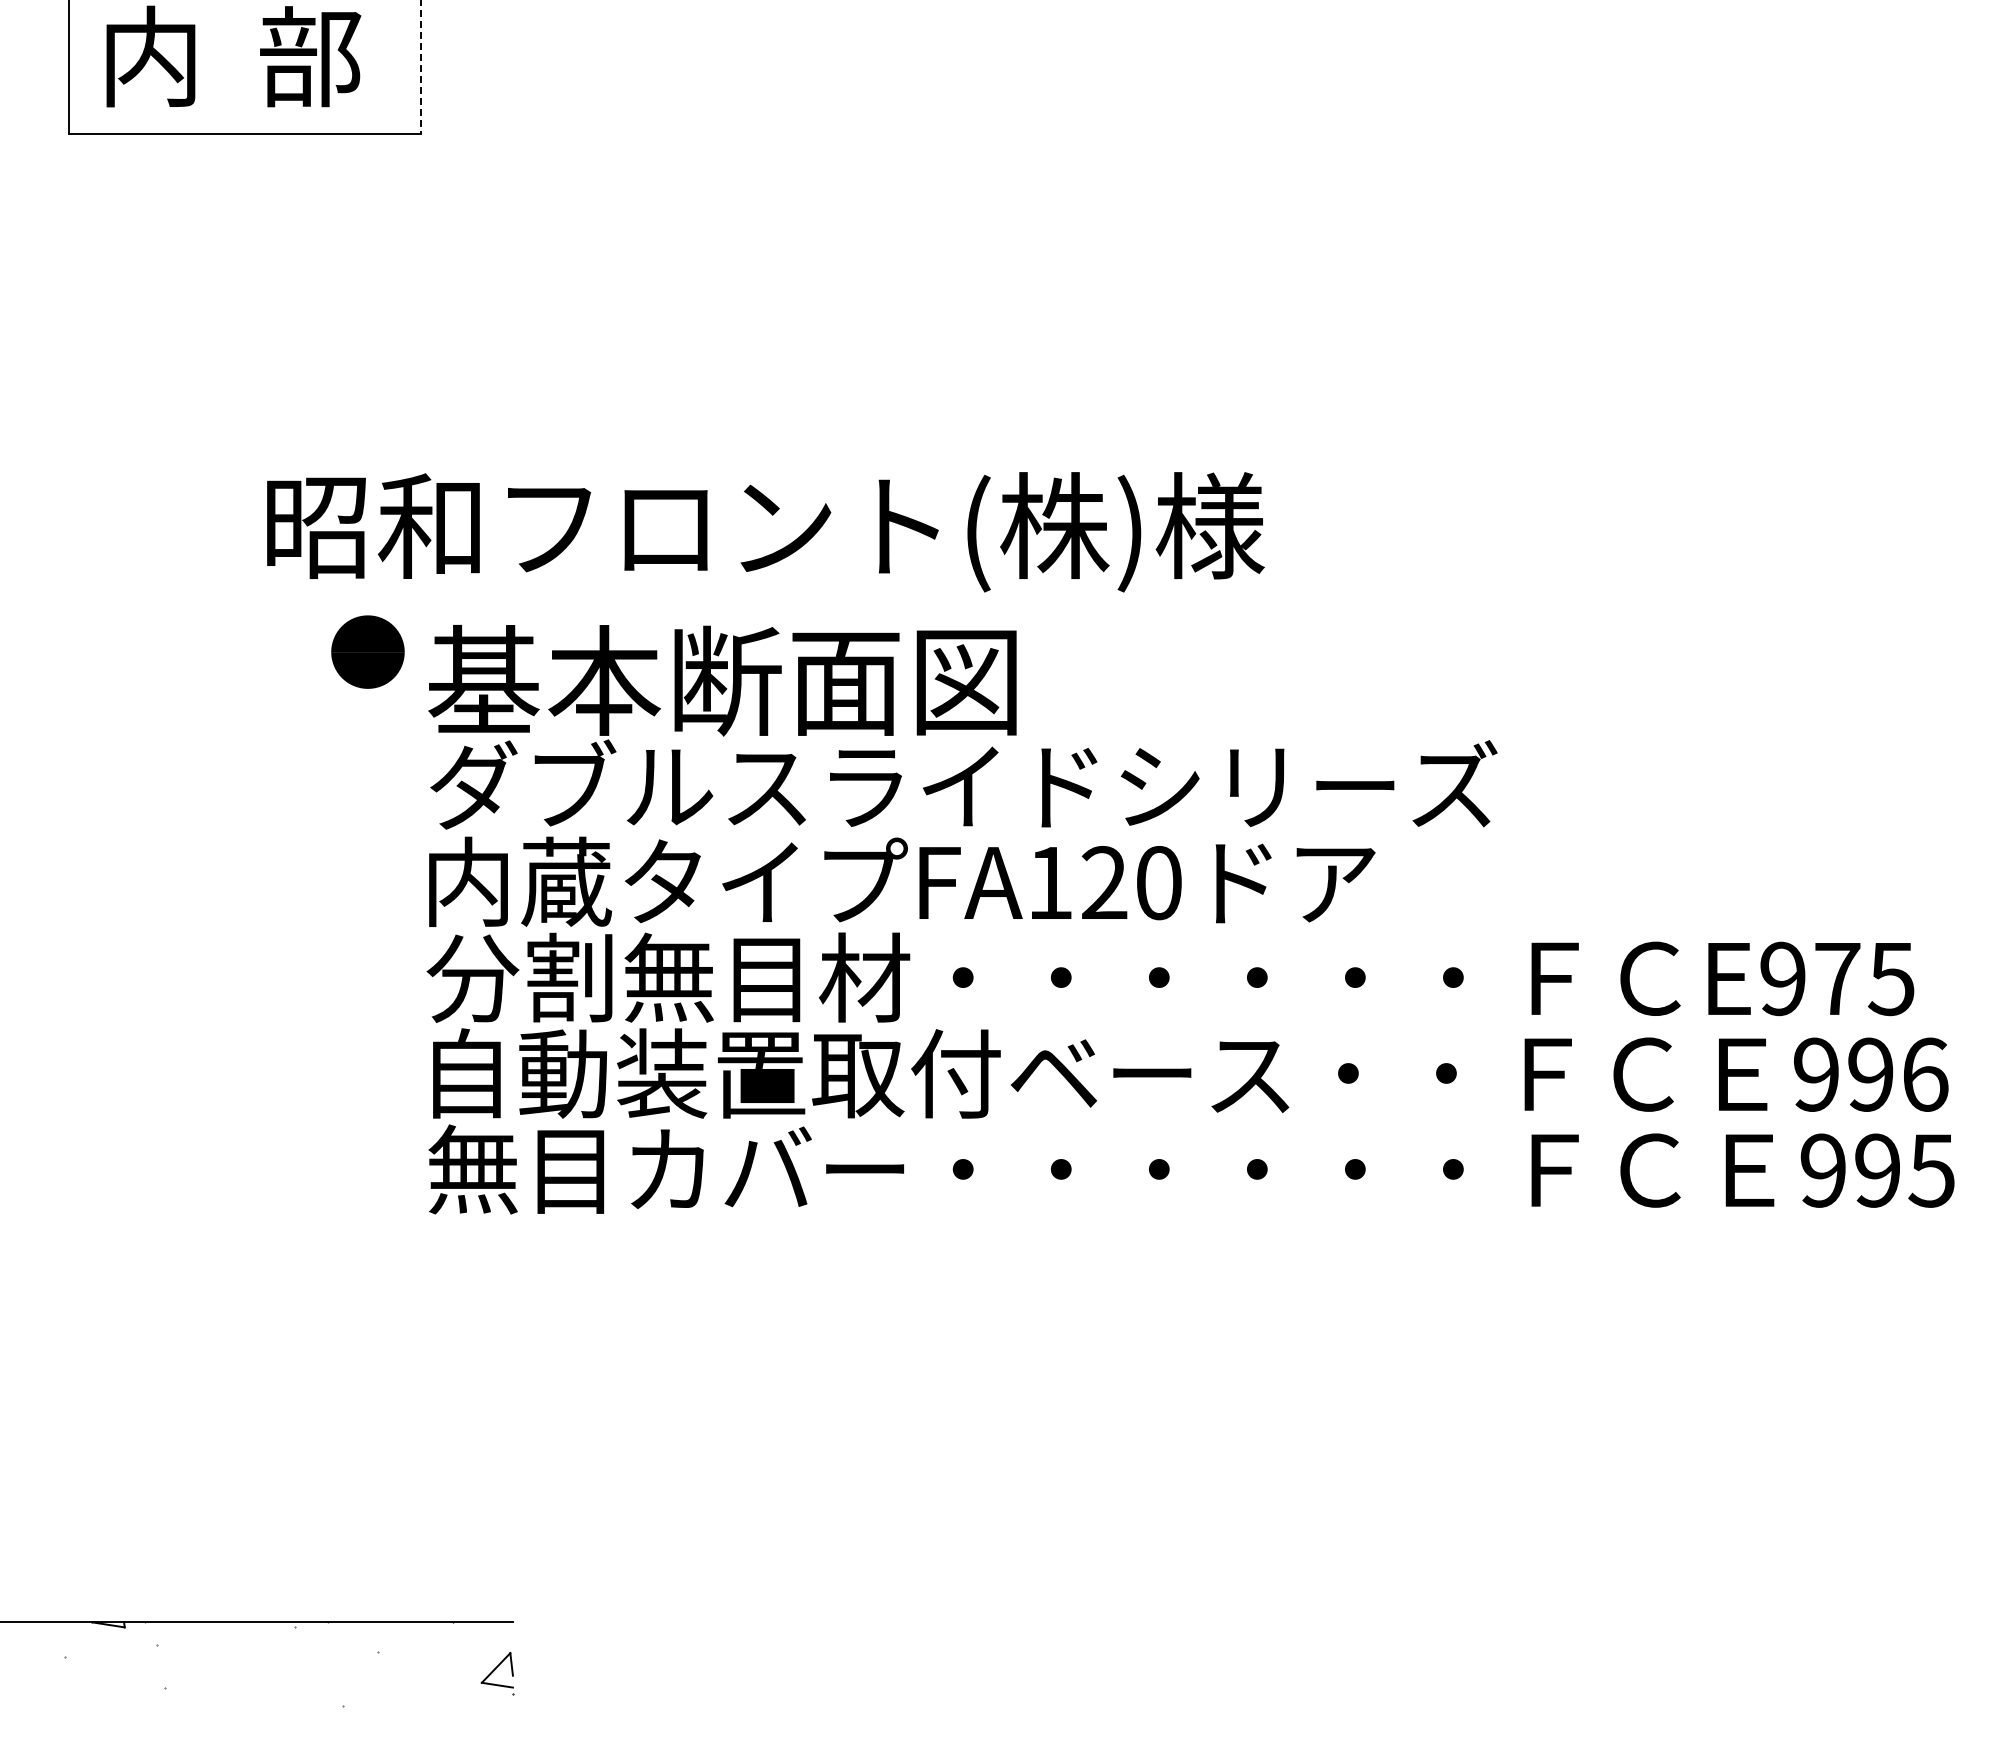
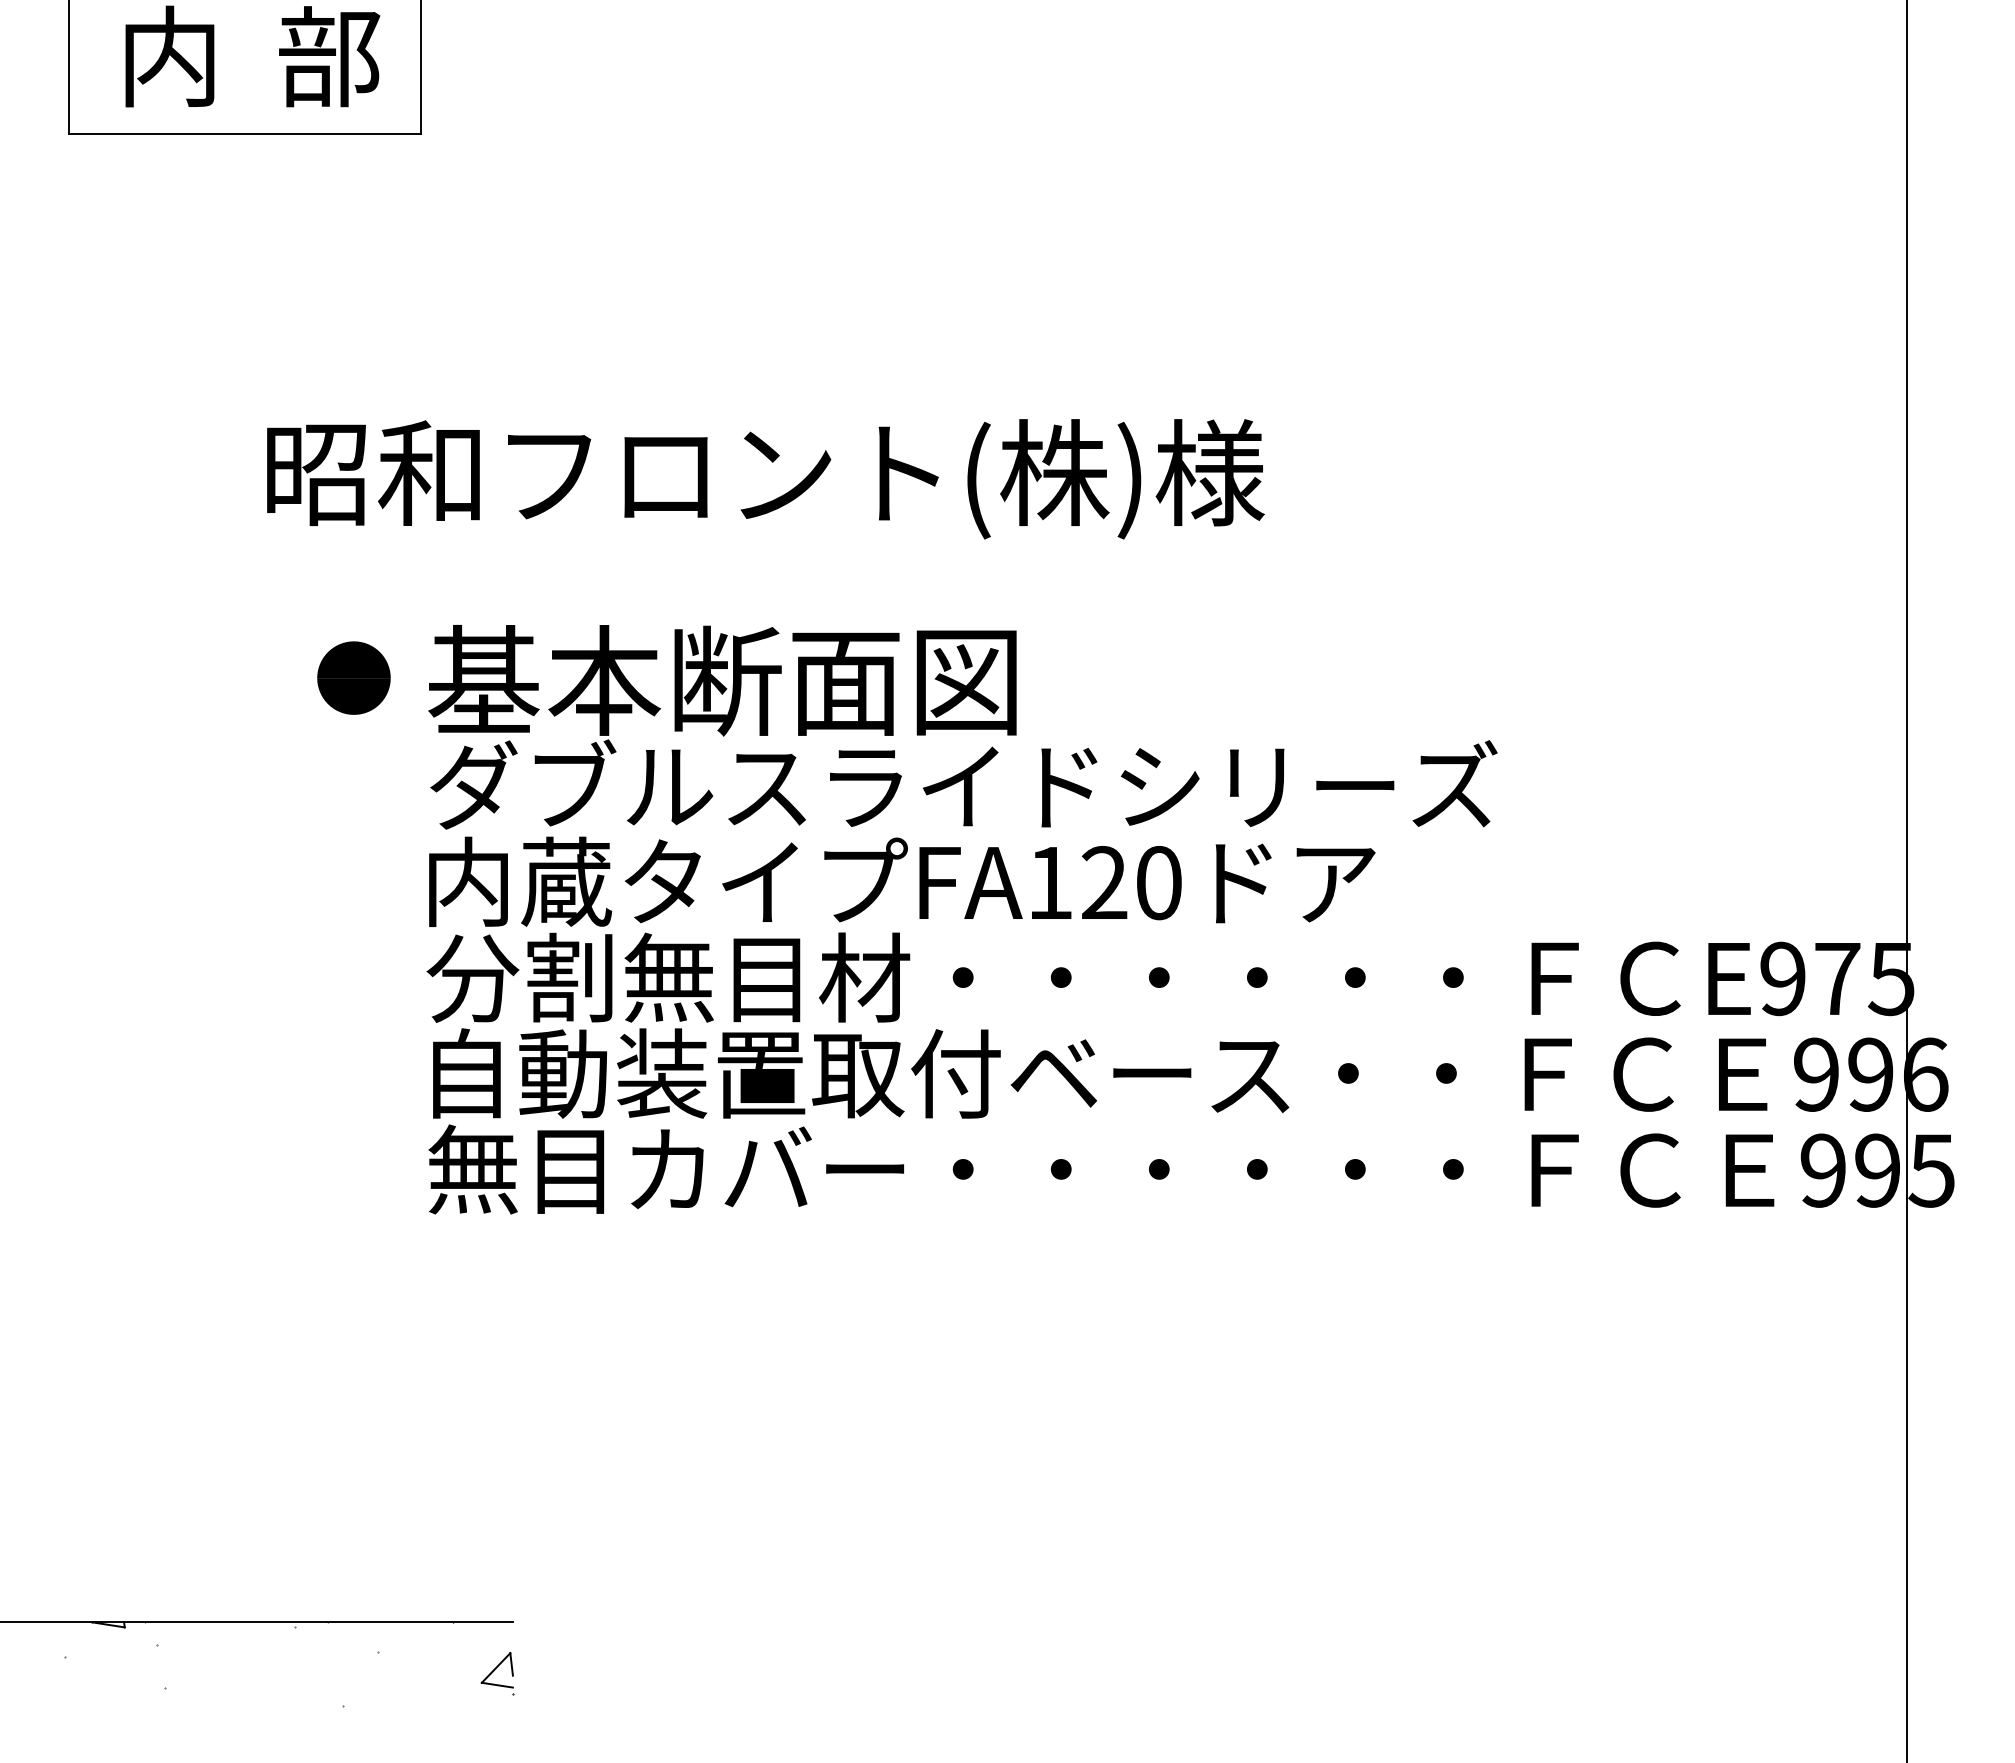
text at (233, 56) position: (233, 56) -> (252, 56)
line at (420, 66): dashed -> solid
text at (765, 532) position: (765, 532) -> (765, 479)
part at (367, 651) position: (367, 651) -> (353, 677)
line at (1907, 880): none -> present
